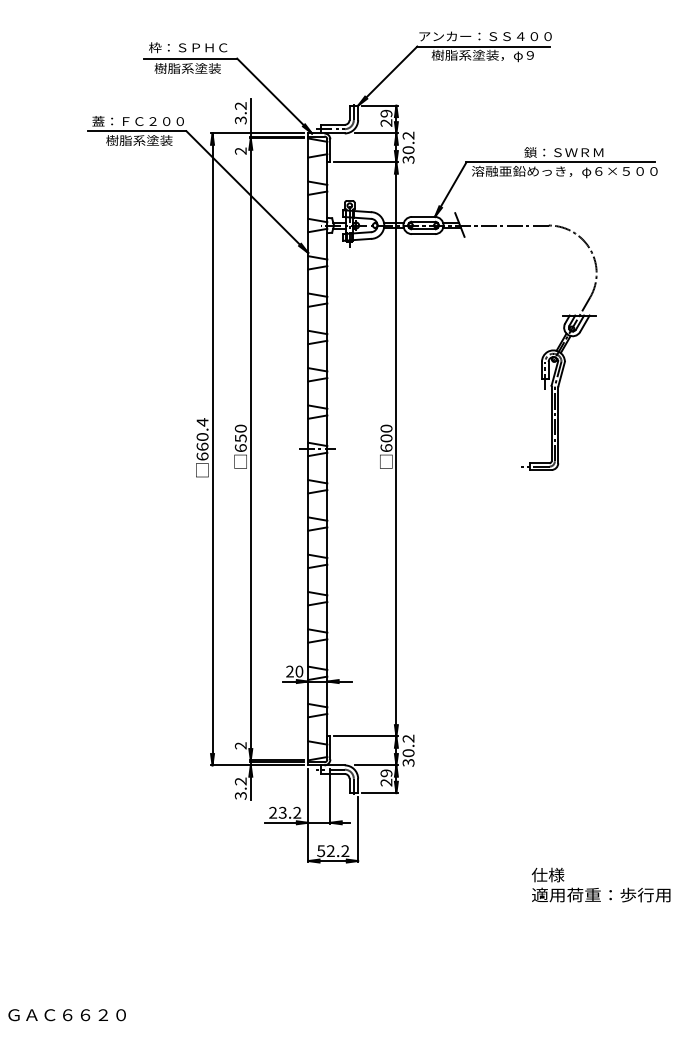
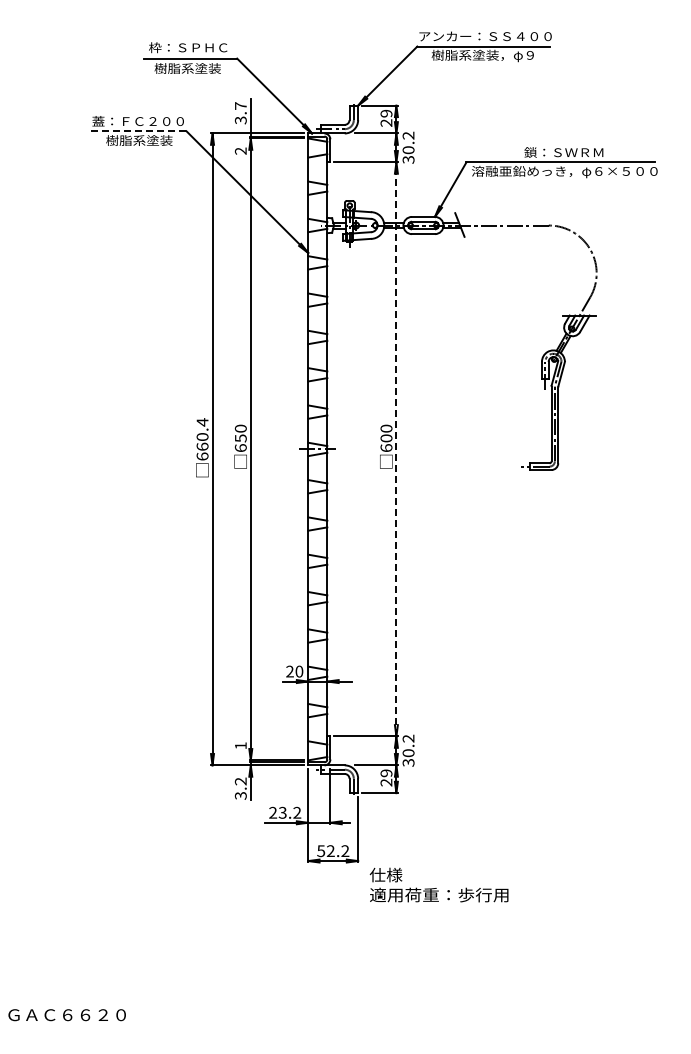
text at (240, 105): 3.2 -> 3.7
line at (136, 131): solid -> dashed
line at (396, 448): solid -> dashed
text at (240, 745): 2 -> 1
text at (600, 884) position: (600, 884) -> (438, 884)
